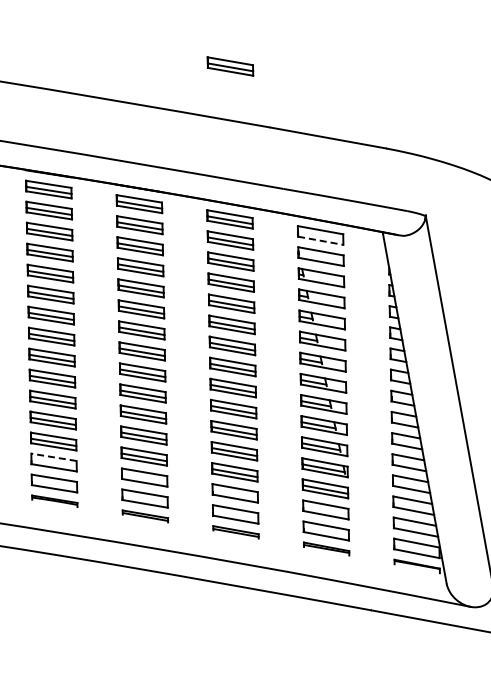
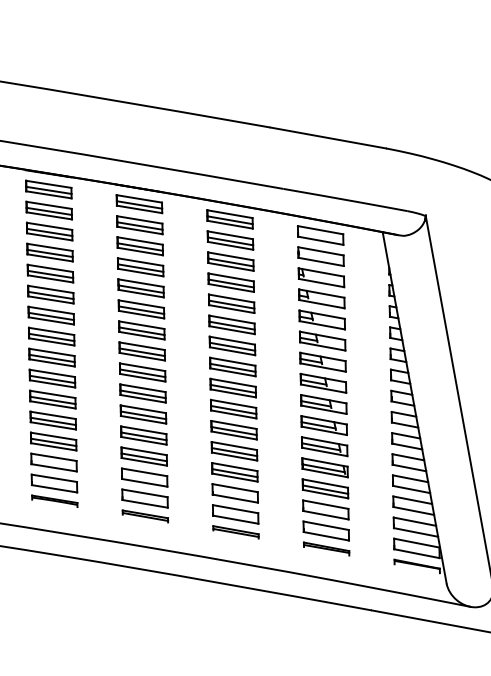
part at (230, 66): present -> none
line at (321, 240): dashed -> solid
line at (53, 457): dashed -> solid
